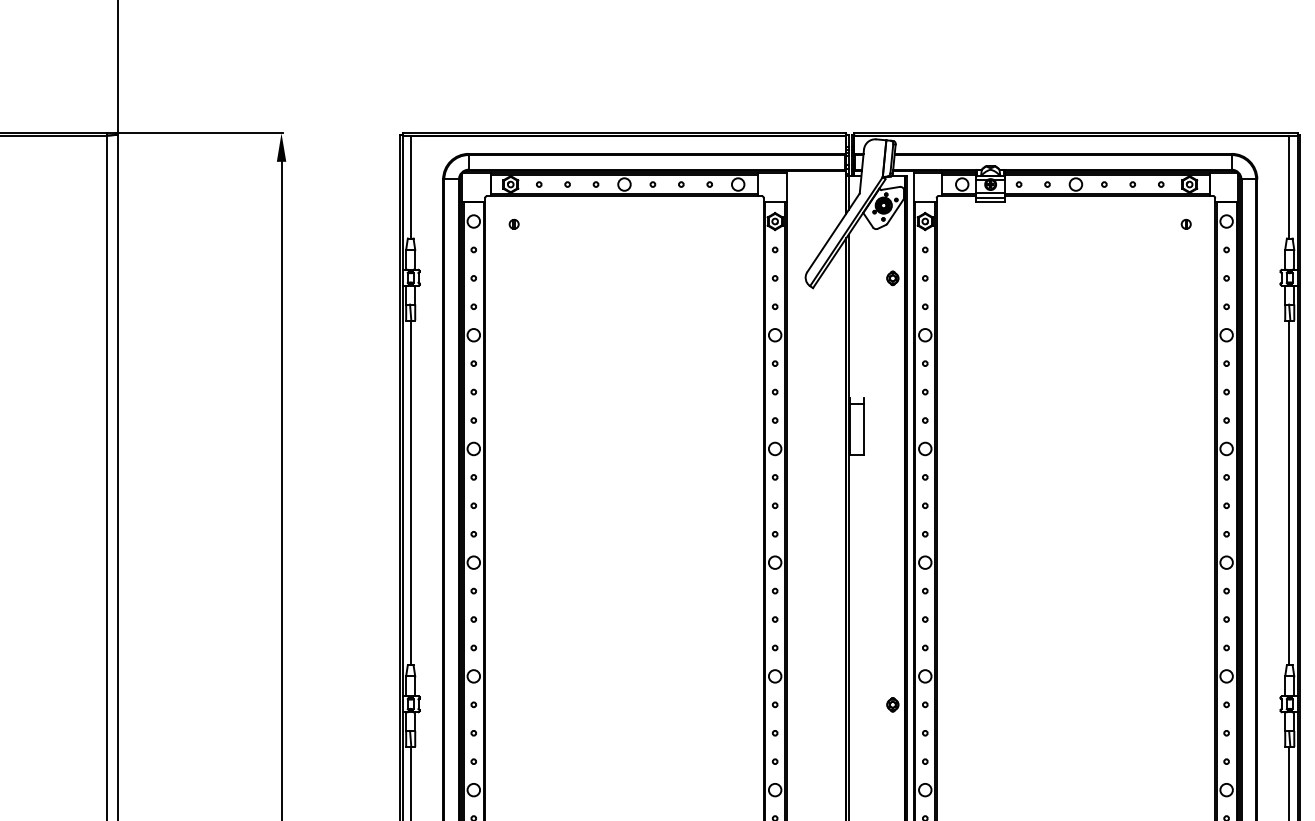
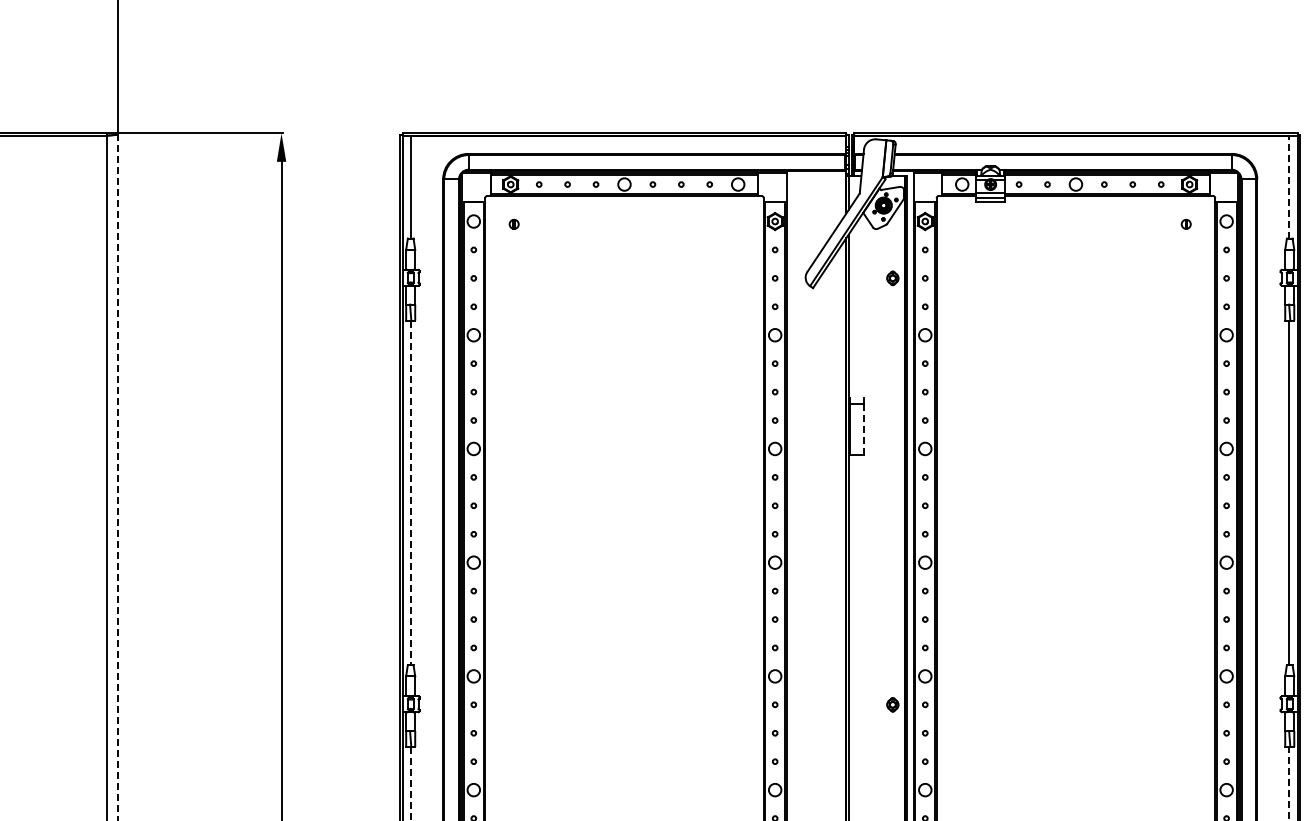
line at (1289, 186): solid -> dashed
line at (864, 429): solid -> dashed
line at (117, 477): solid -> dashed
line at (411, 493): solid -> dashed
line at (411, 783): solid -> dashed
line at (1289, 783): solid -> dashed
